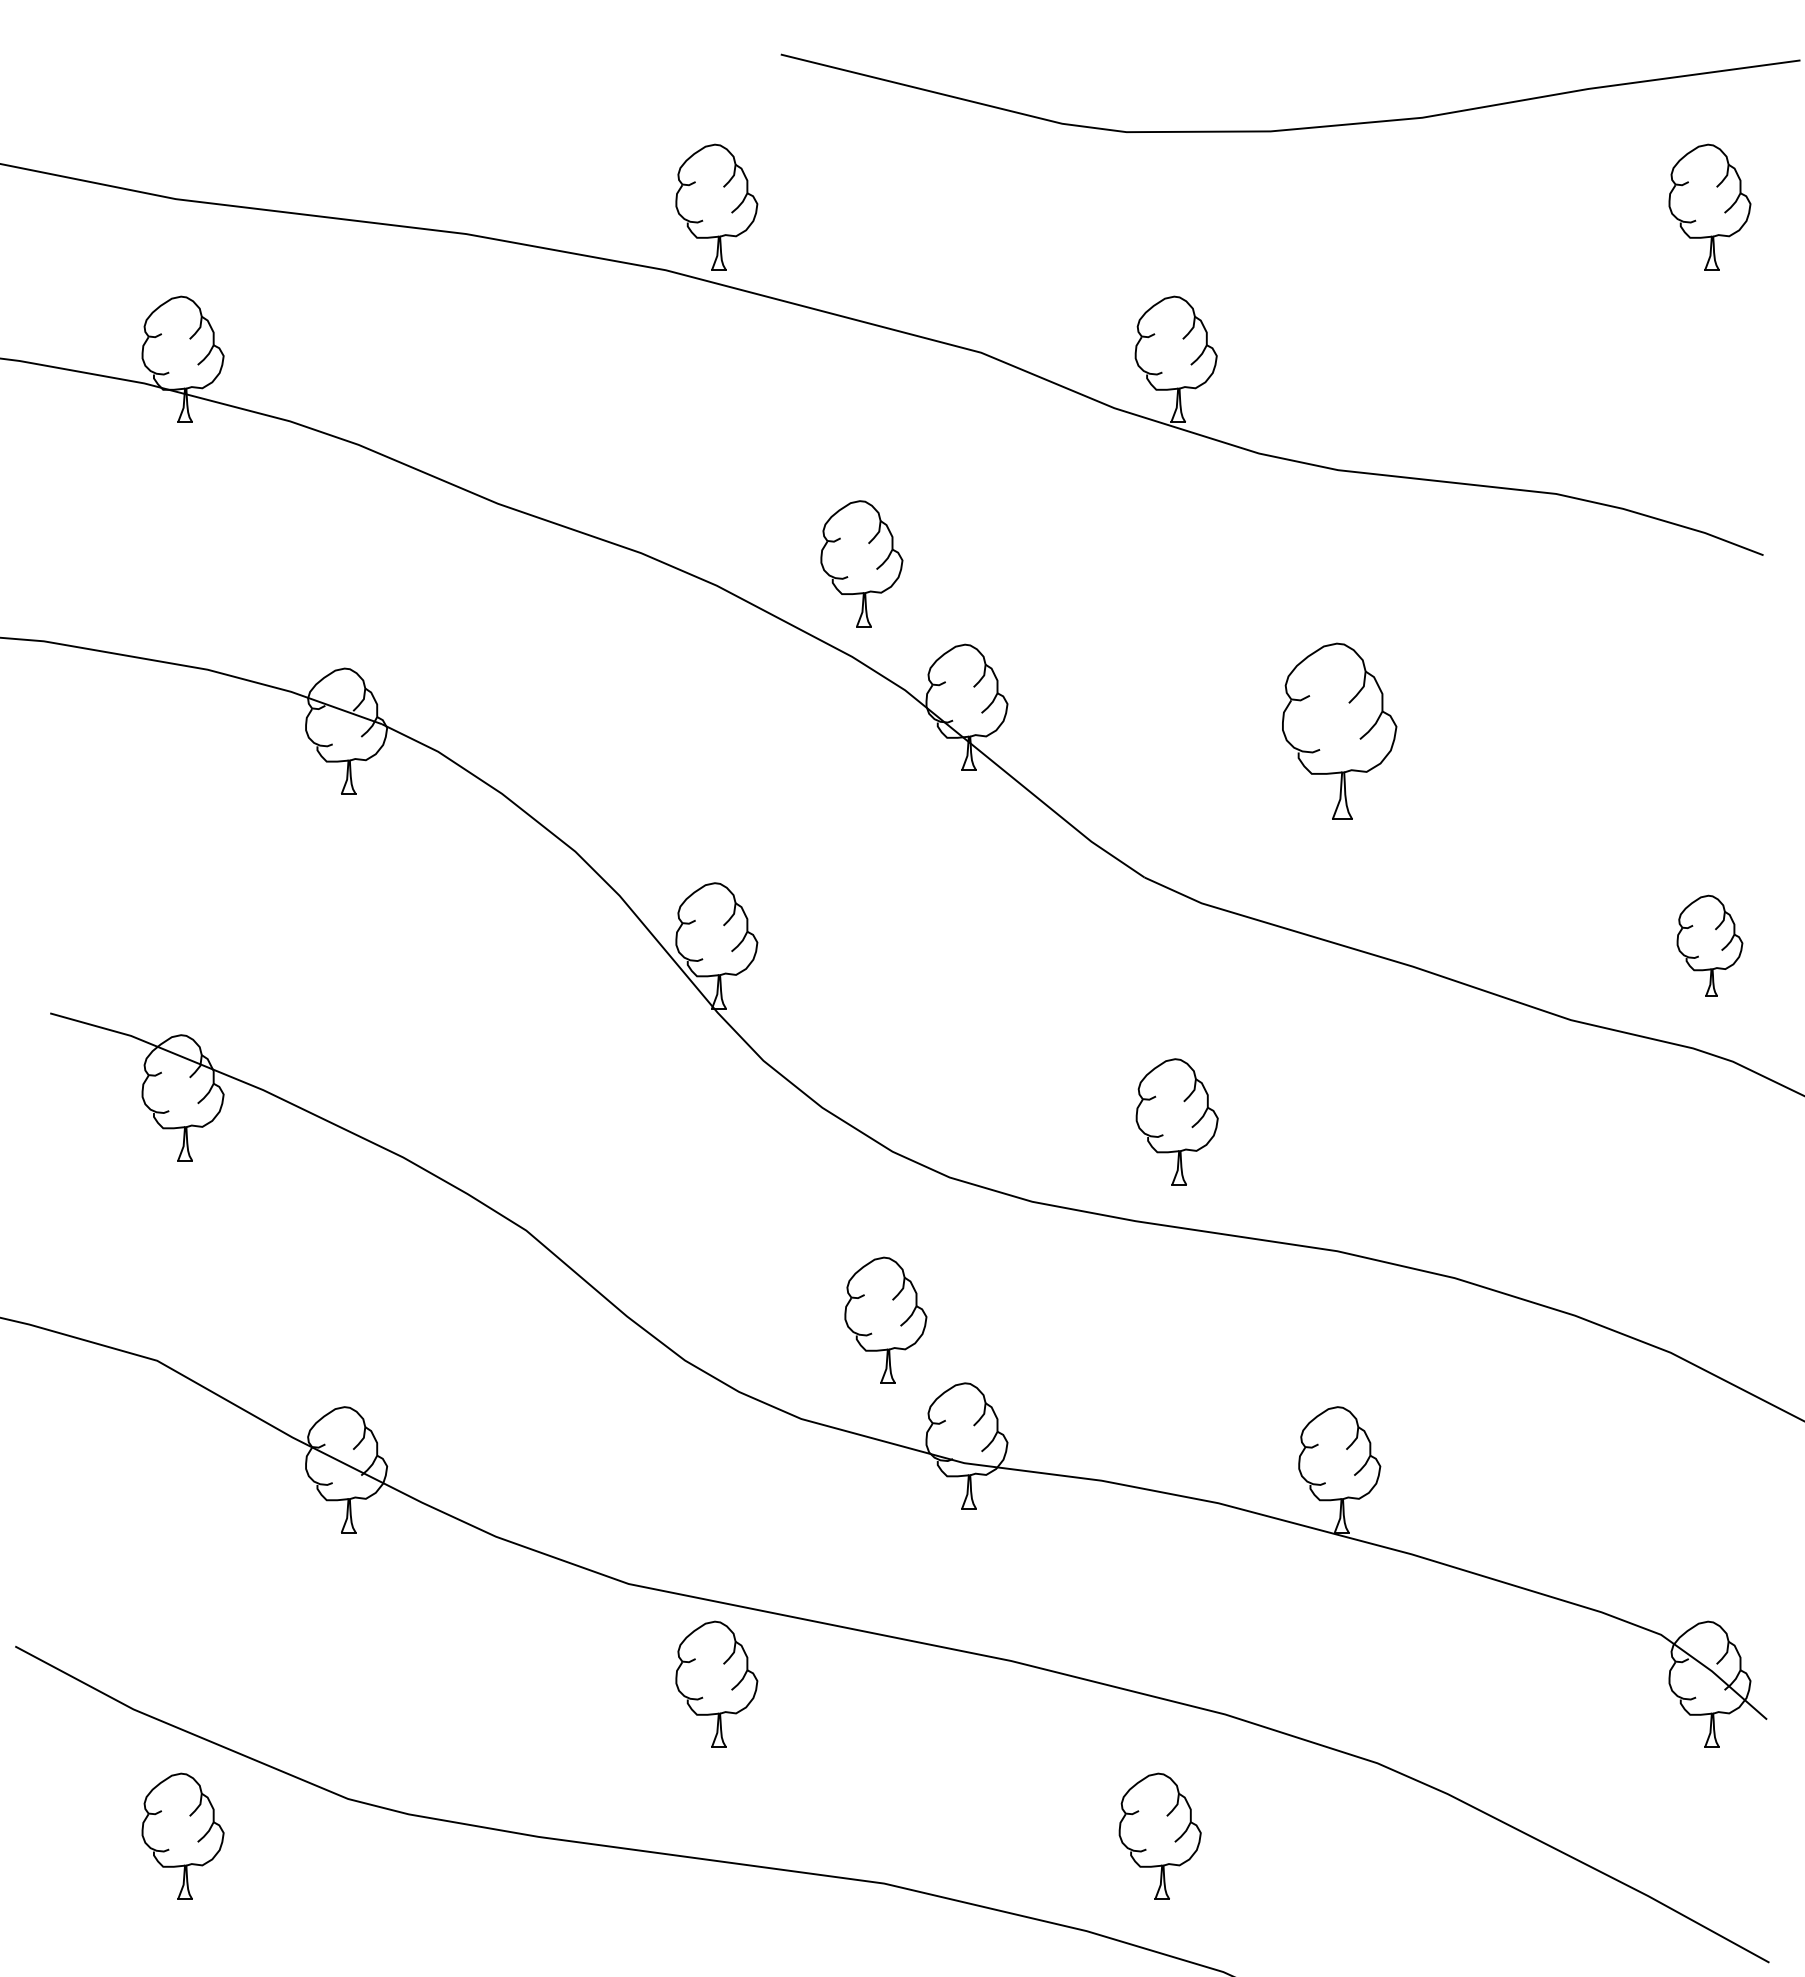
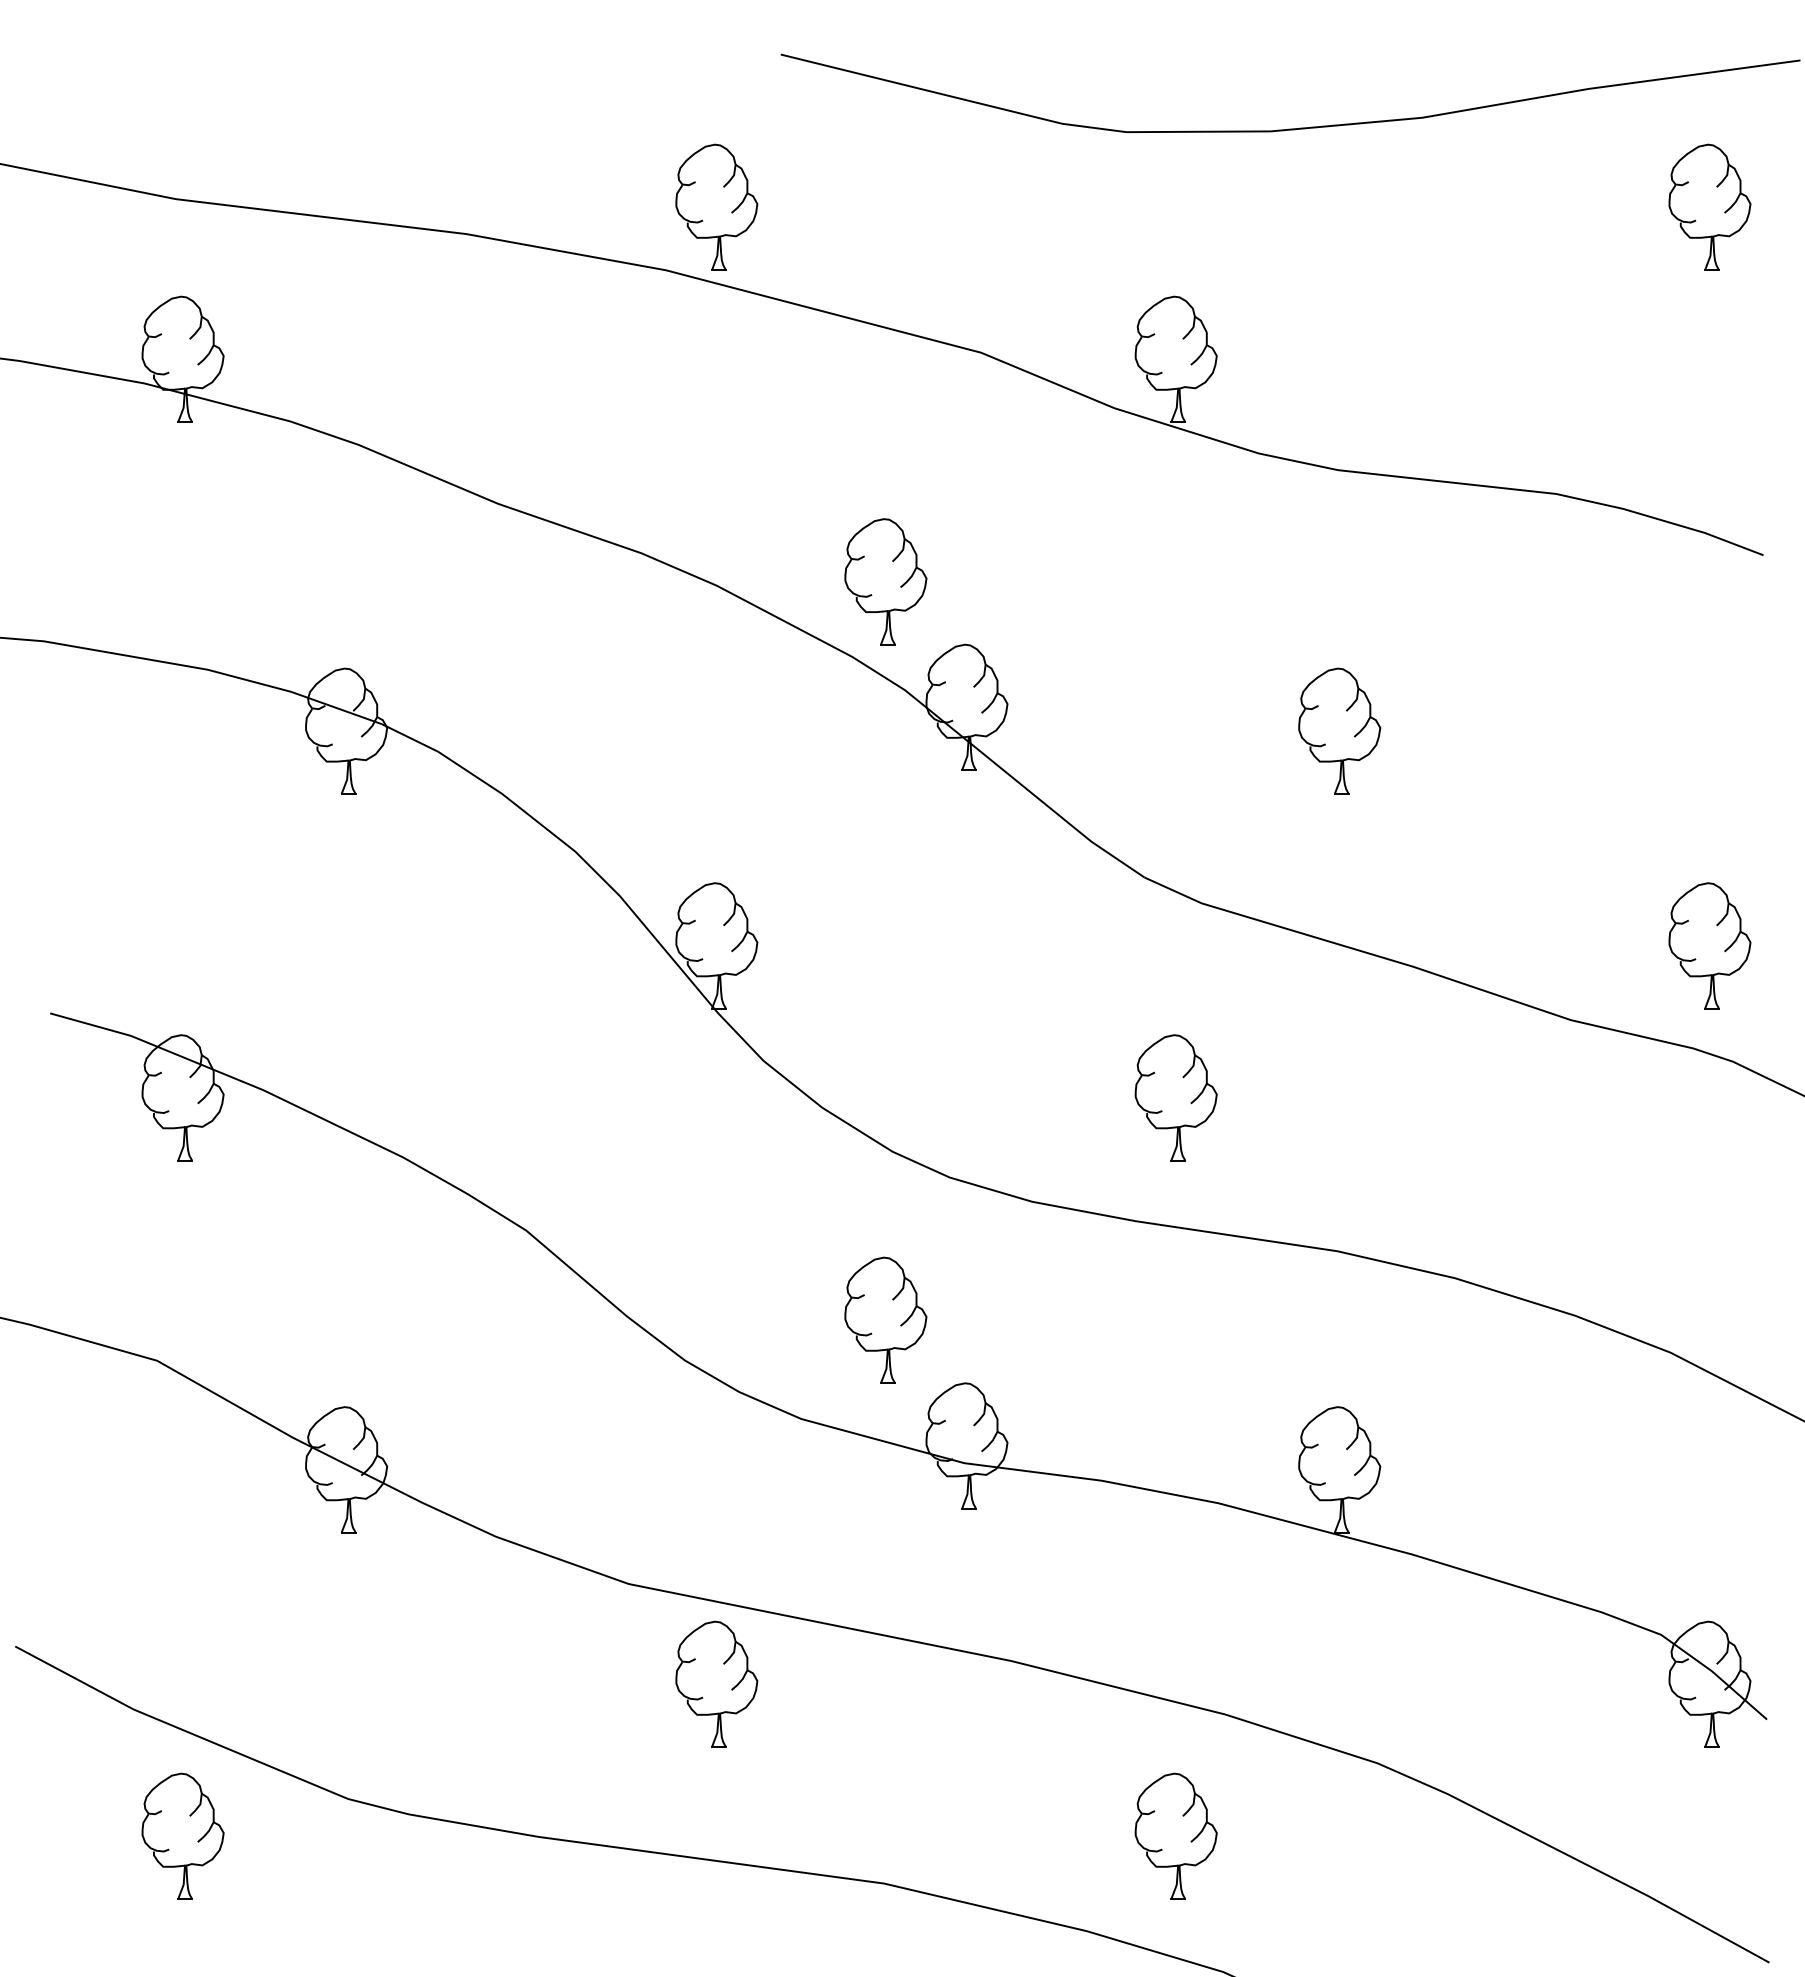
part at (861, 563) position: (861, 563) -> (885, 581)
part at (1339, 730) size: 116x178 px -> 84x128 px
part at (1709, 945) size: 68x103 px -> 84x128 px
part at (1176, 1121) position: (1176, 1121) -> (1175, 1097)
part at (1159, 1835) position: (1159, 1835) -> (1175, 1835)
